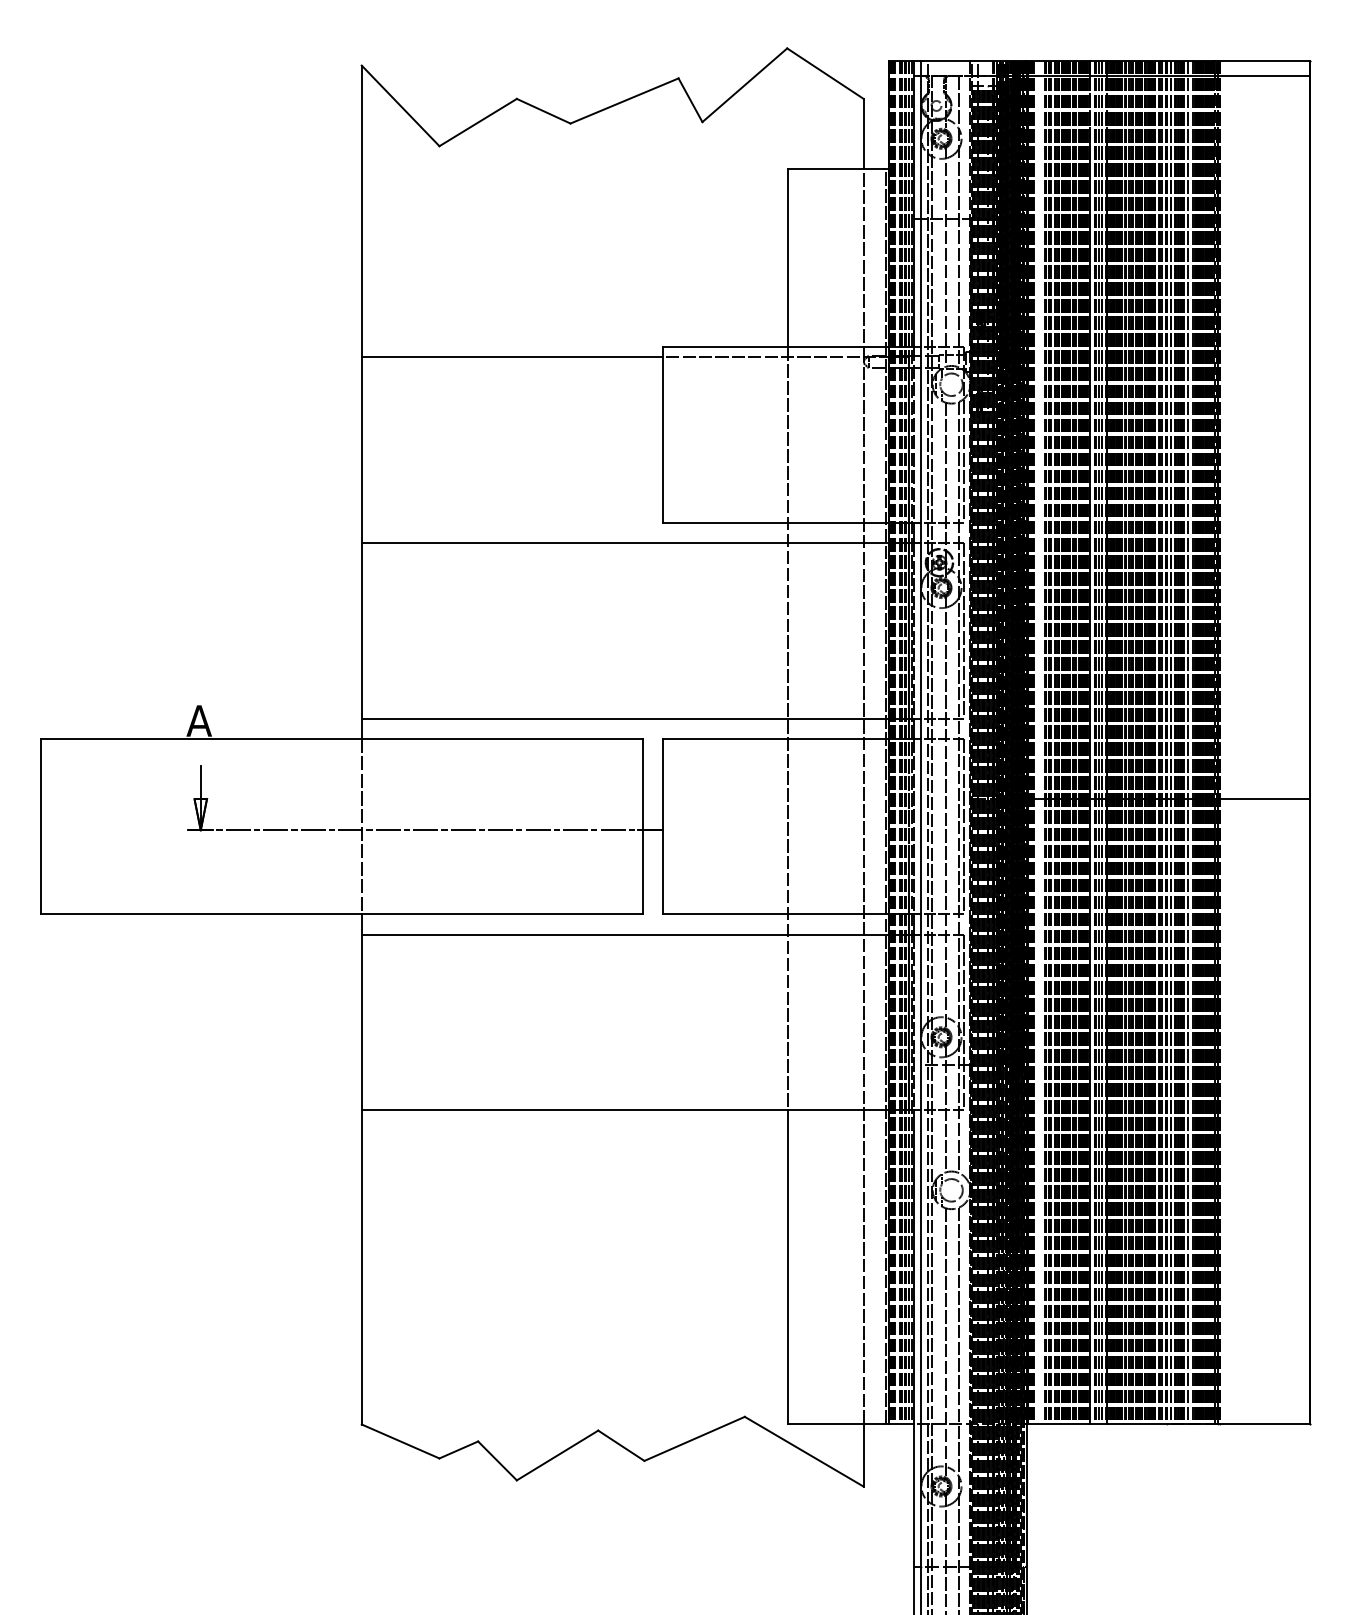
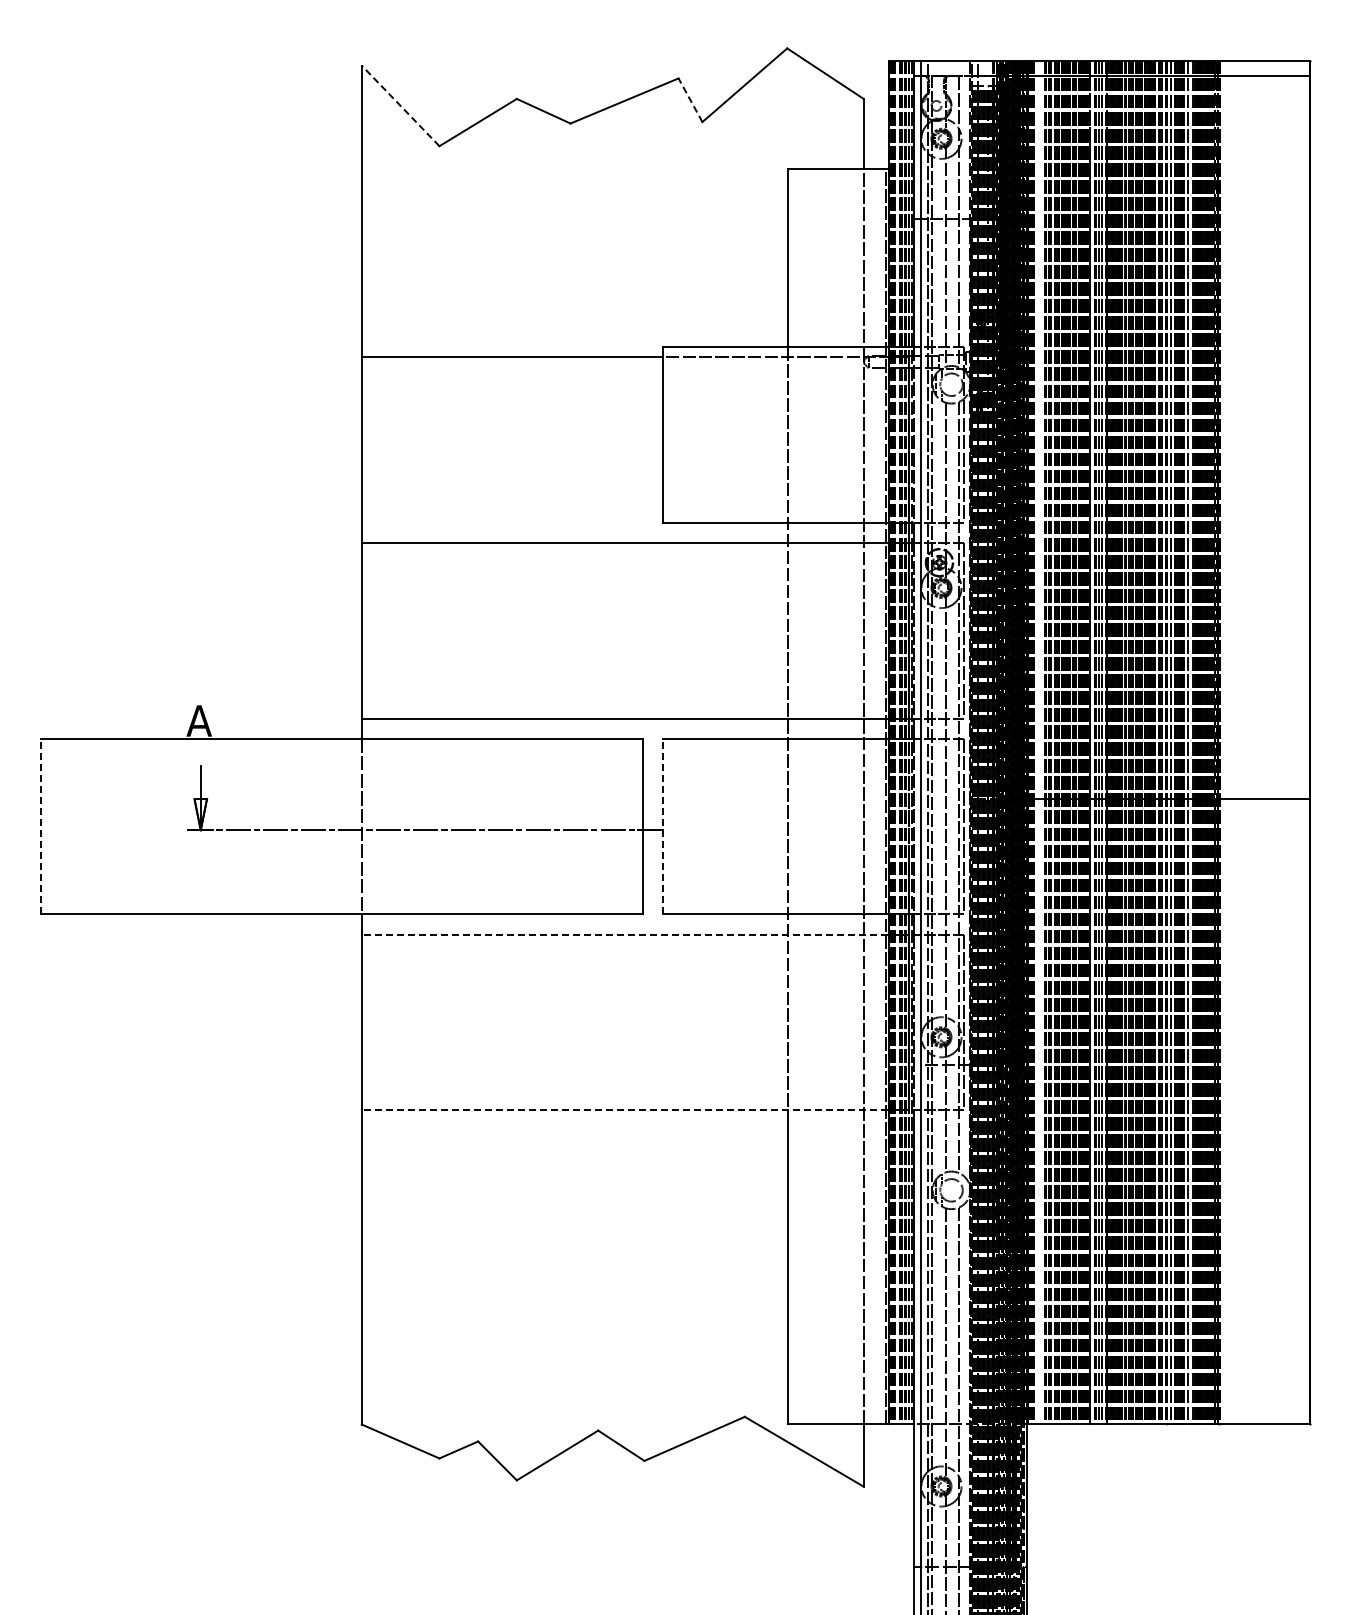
line at (690, 100): solid -> dashed
line at (400, 105): solid -> dashed
line at (40, 826): solid -> dashed
line at (662, 826): solid -> dashed
line at (641, 934): solid -> dashed
line at (641, 1110): solid -> dashed
